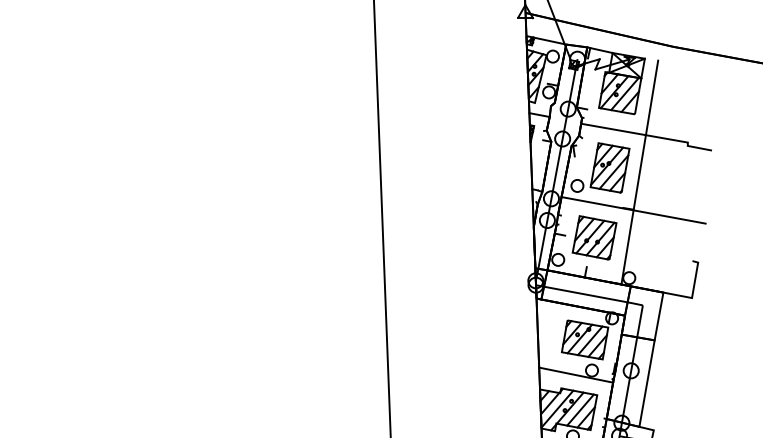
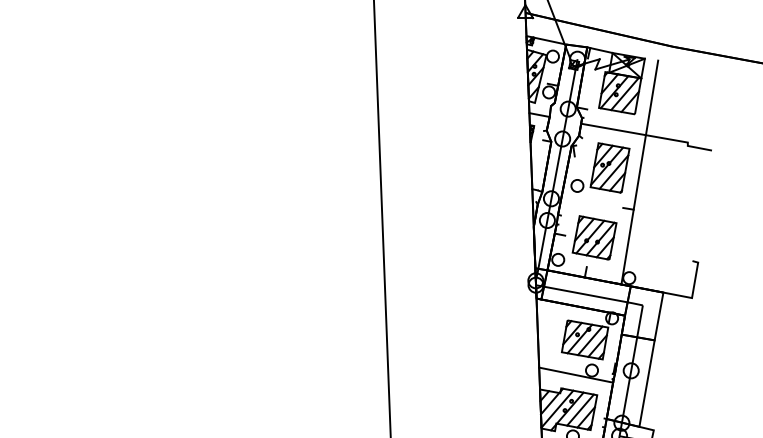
line at (633, 210): present -> none
